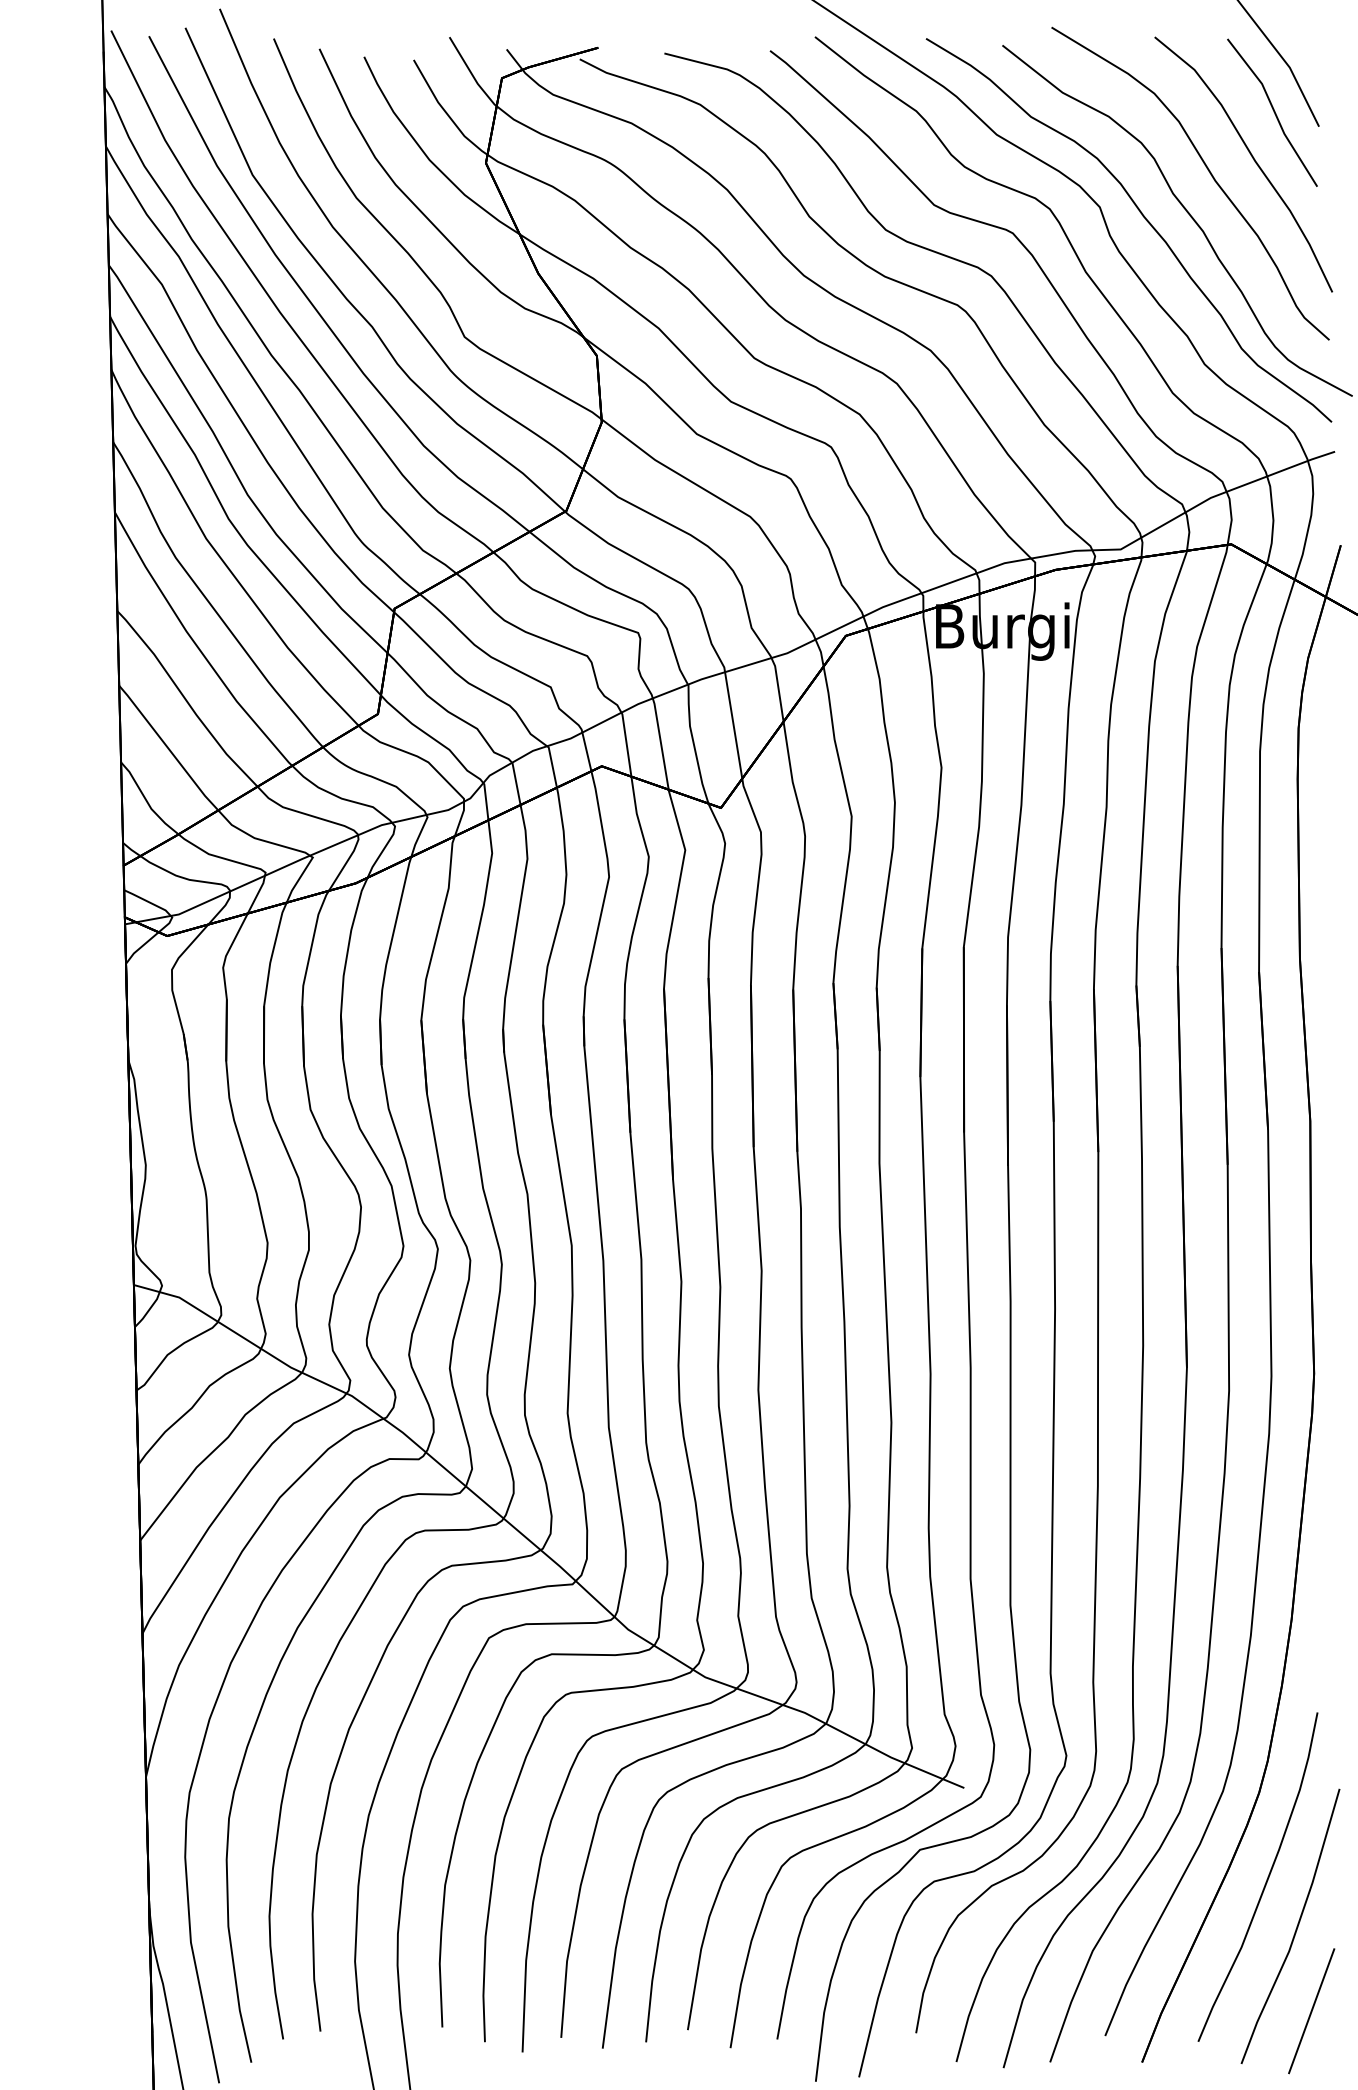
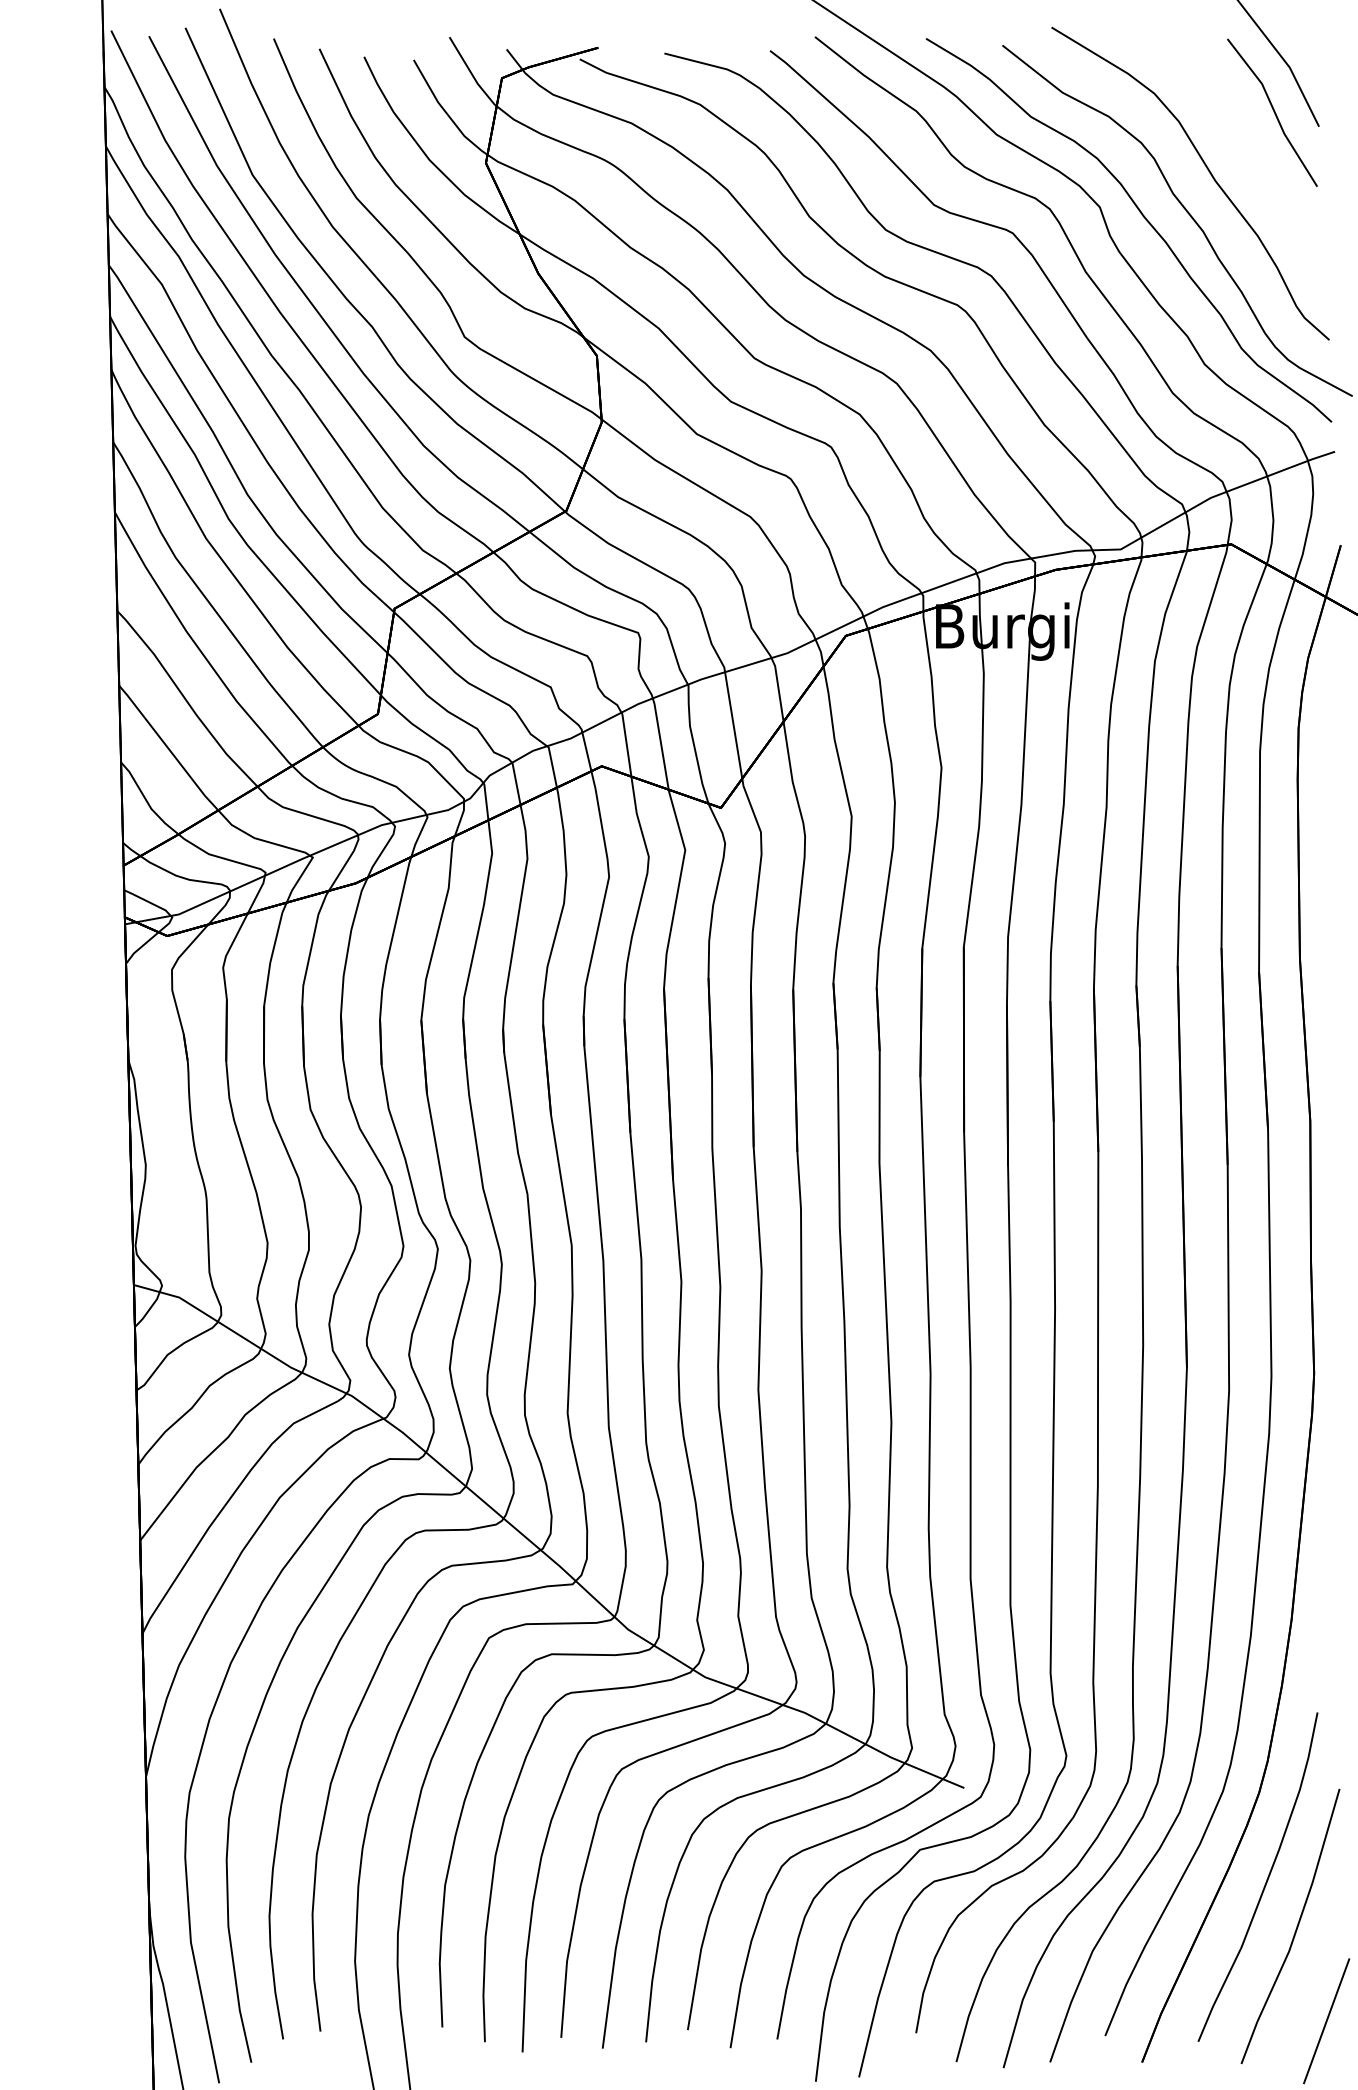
part at (1253, 160): present -> none
line at (1311, 2011) position: (1311, 2011) -> (1326, 2021)
